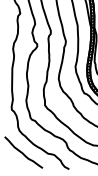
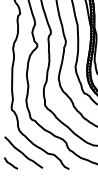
curve at (10, 163): none -> present
